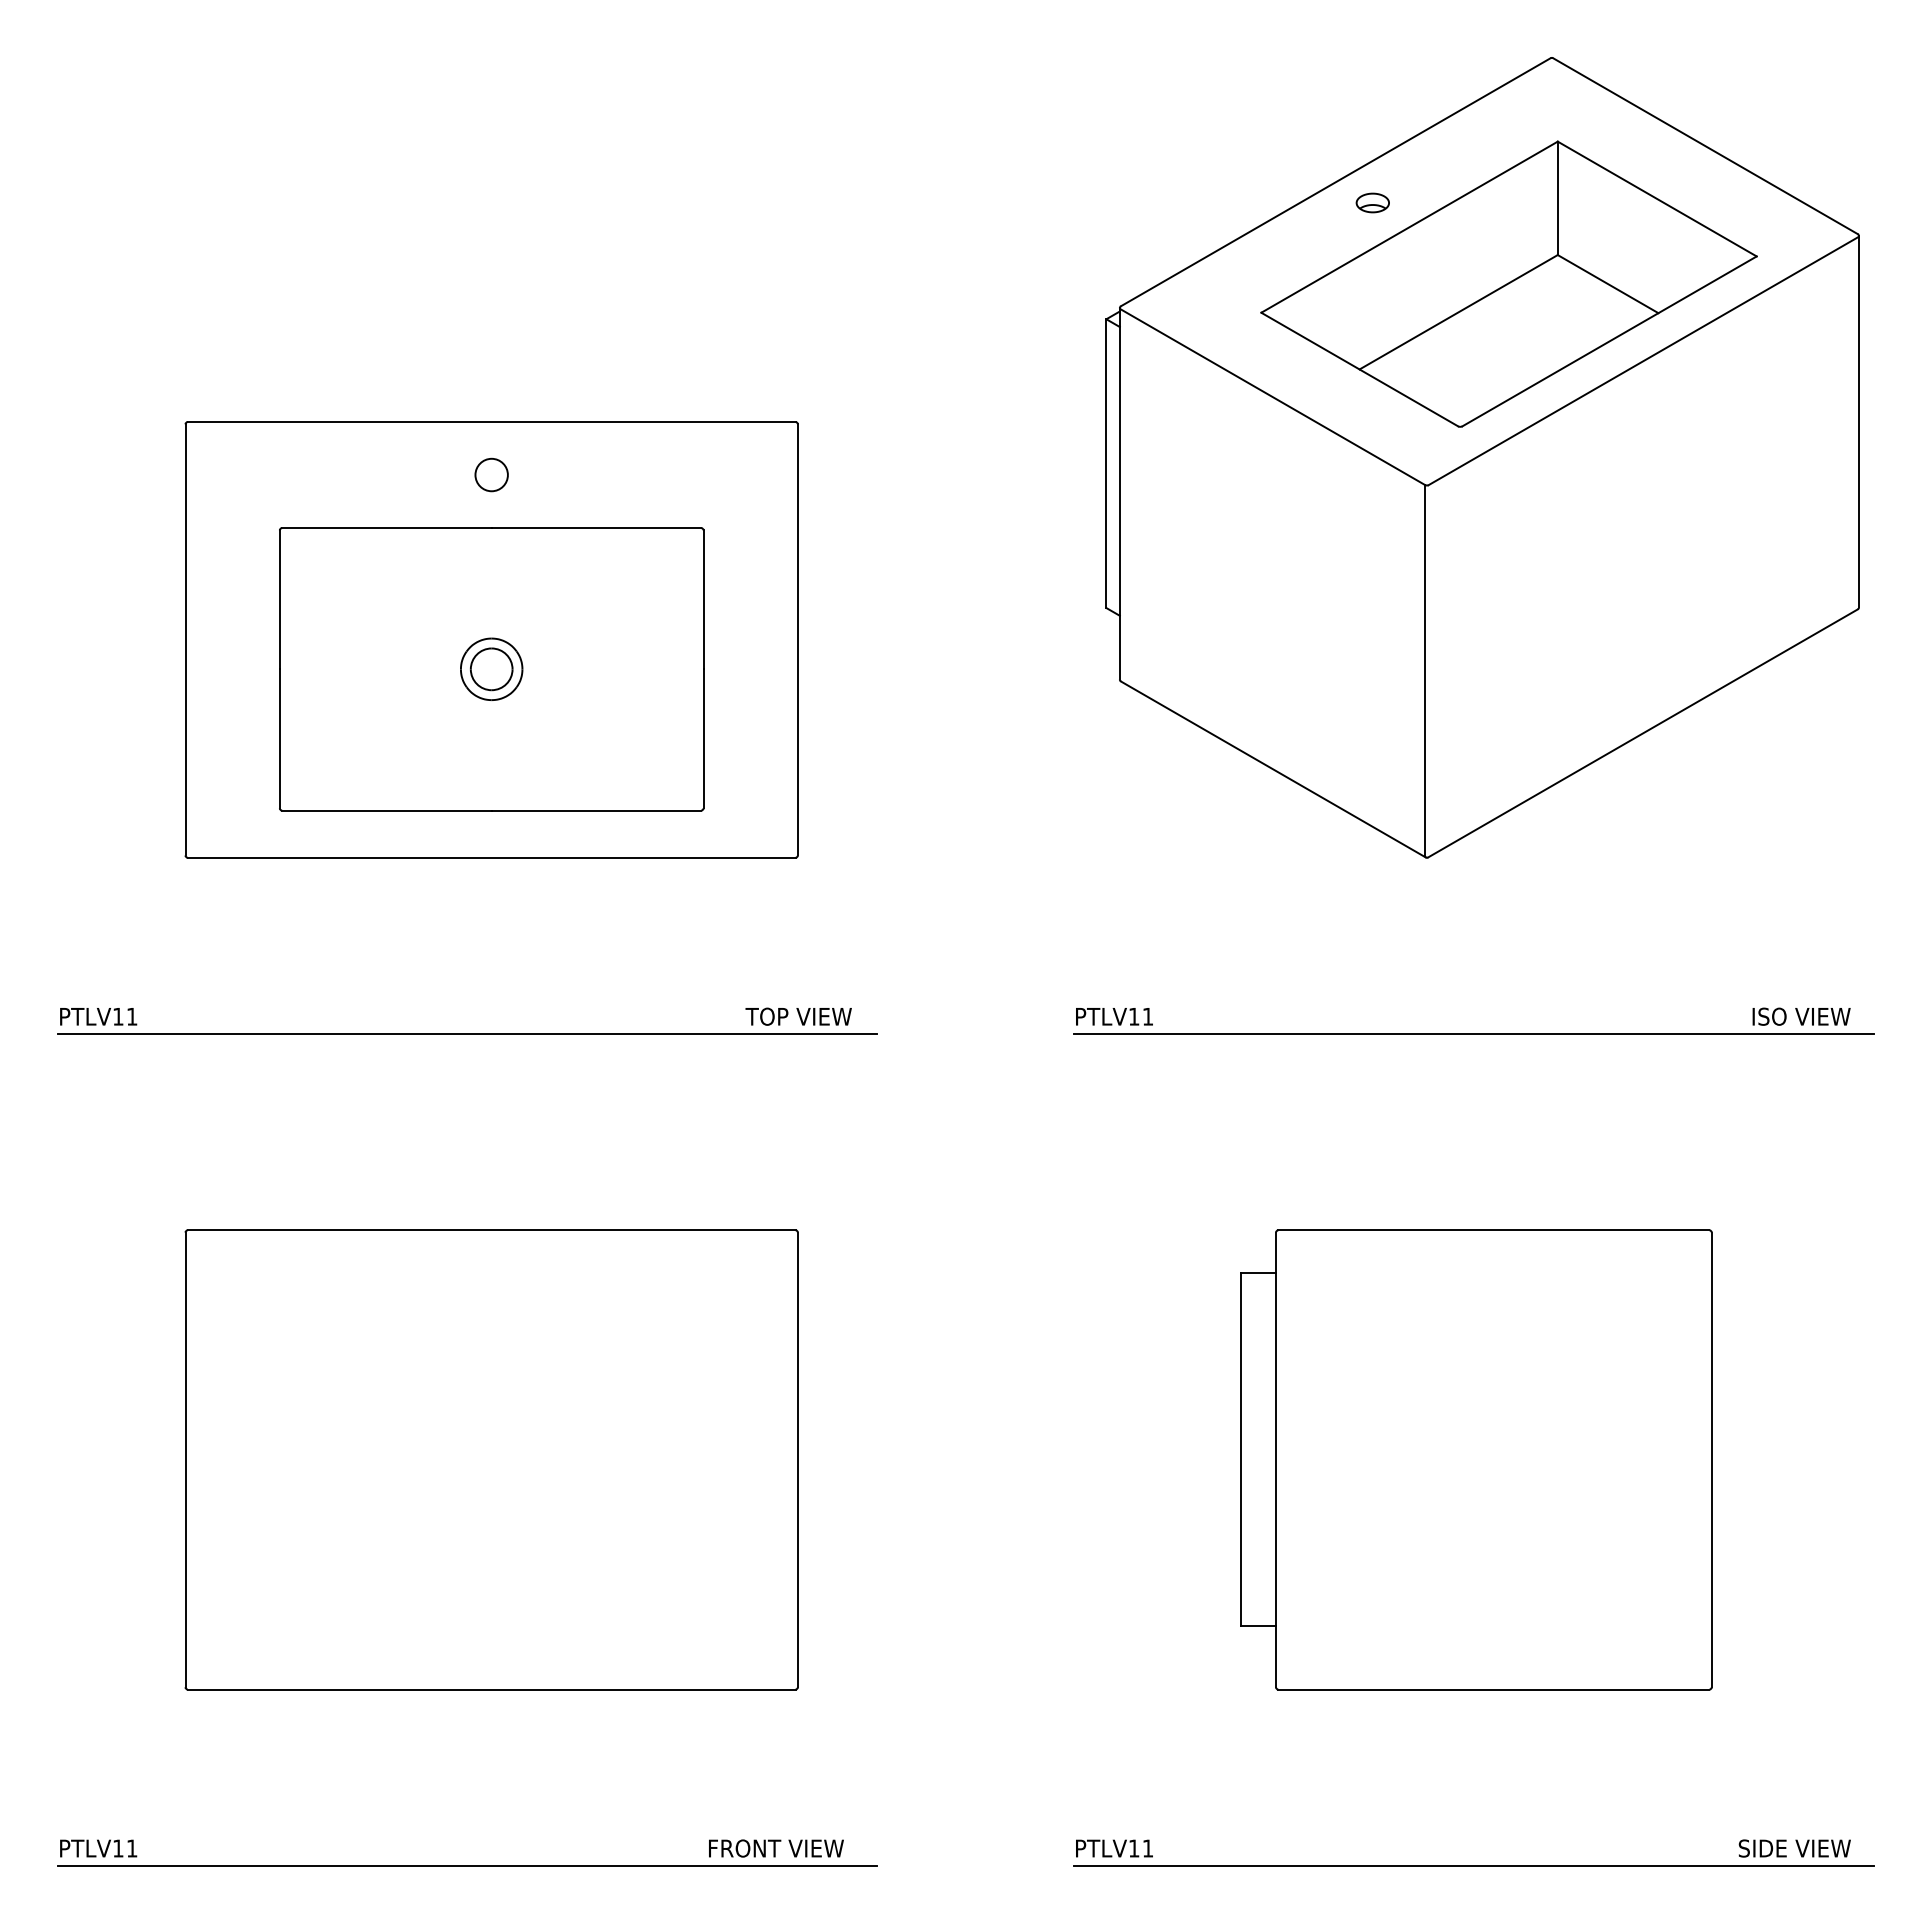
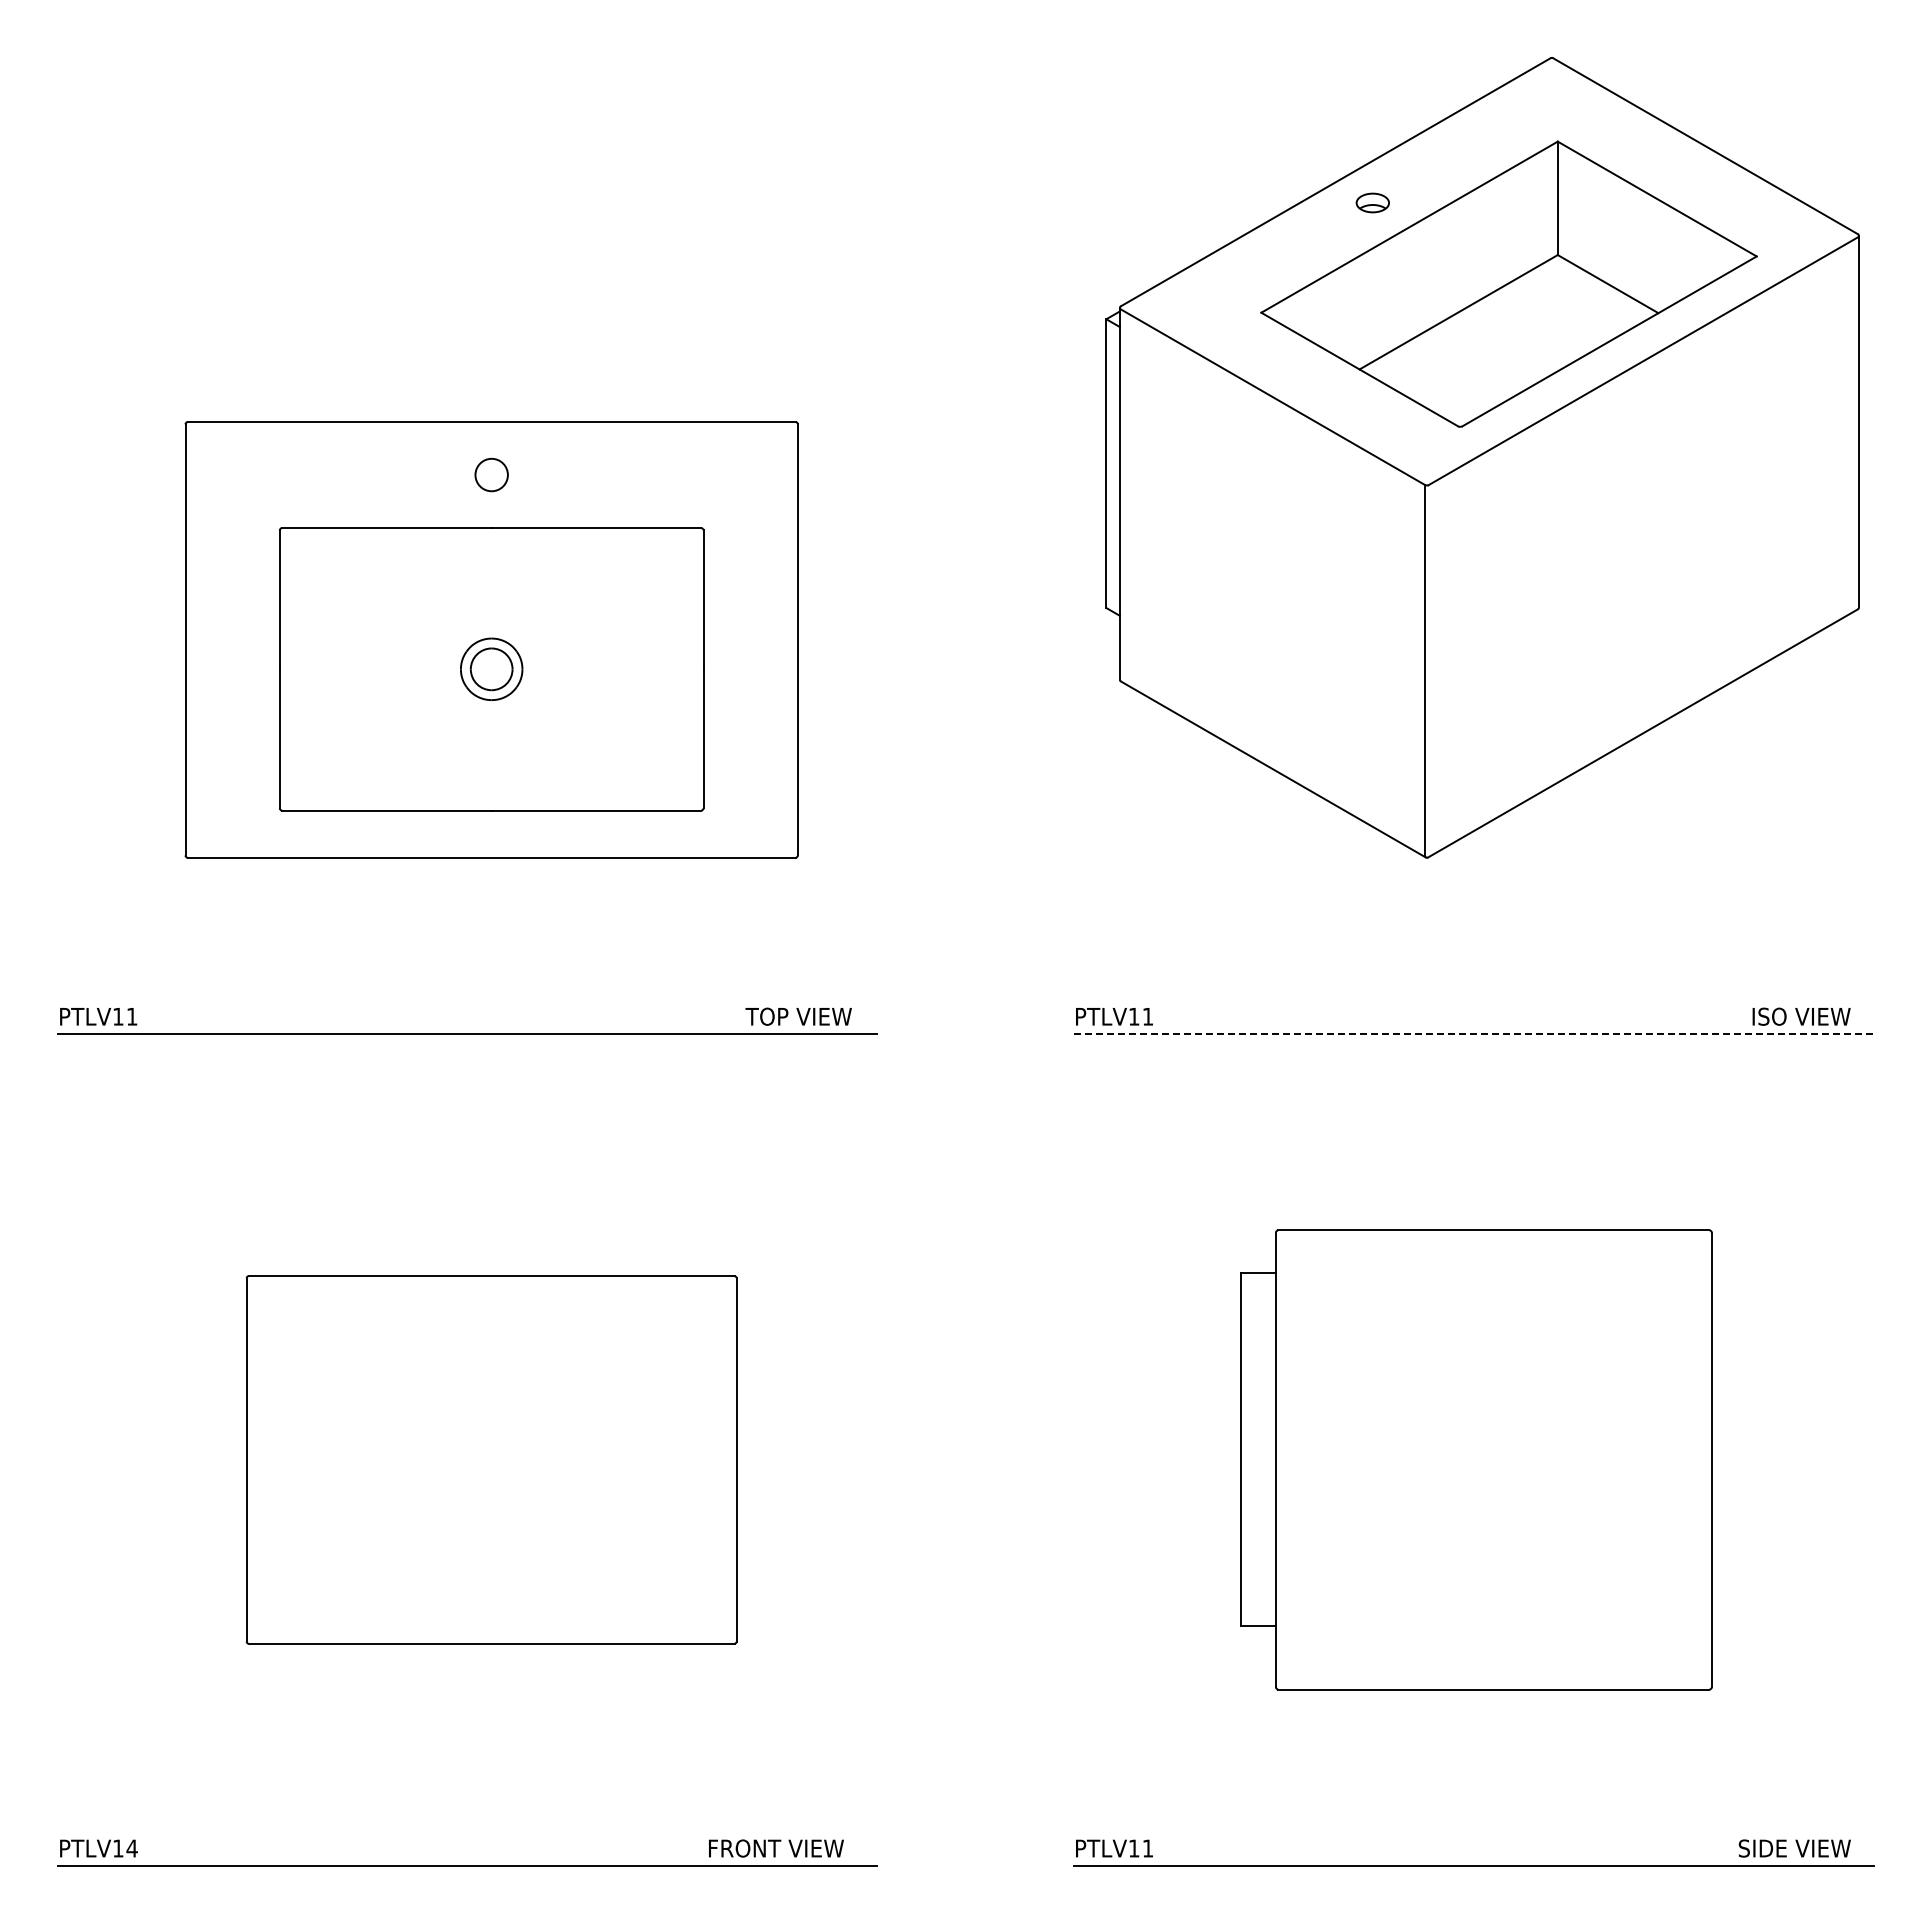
line at (1474, 1034): solid -> dashed
part at (491, 1459) size: 615x462 px -> 493x370 px
text at (131, 1848): PTLV11 -> PTLV14
